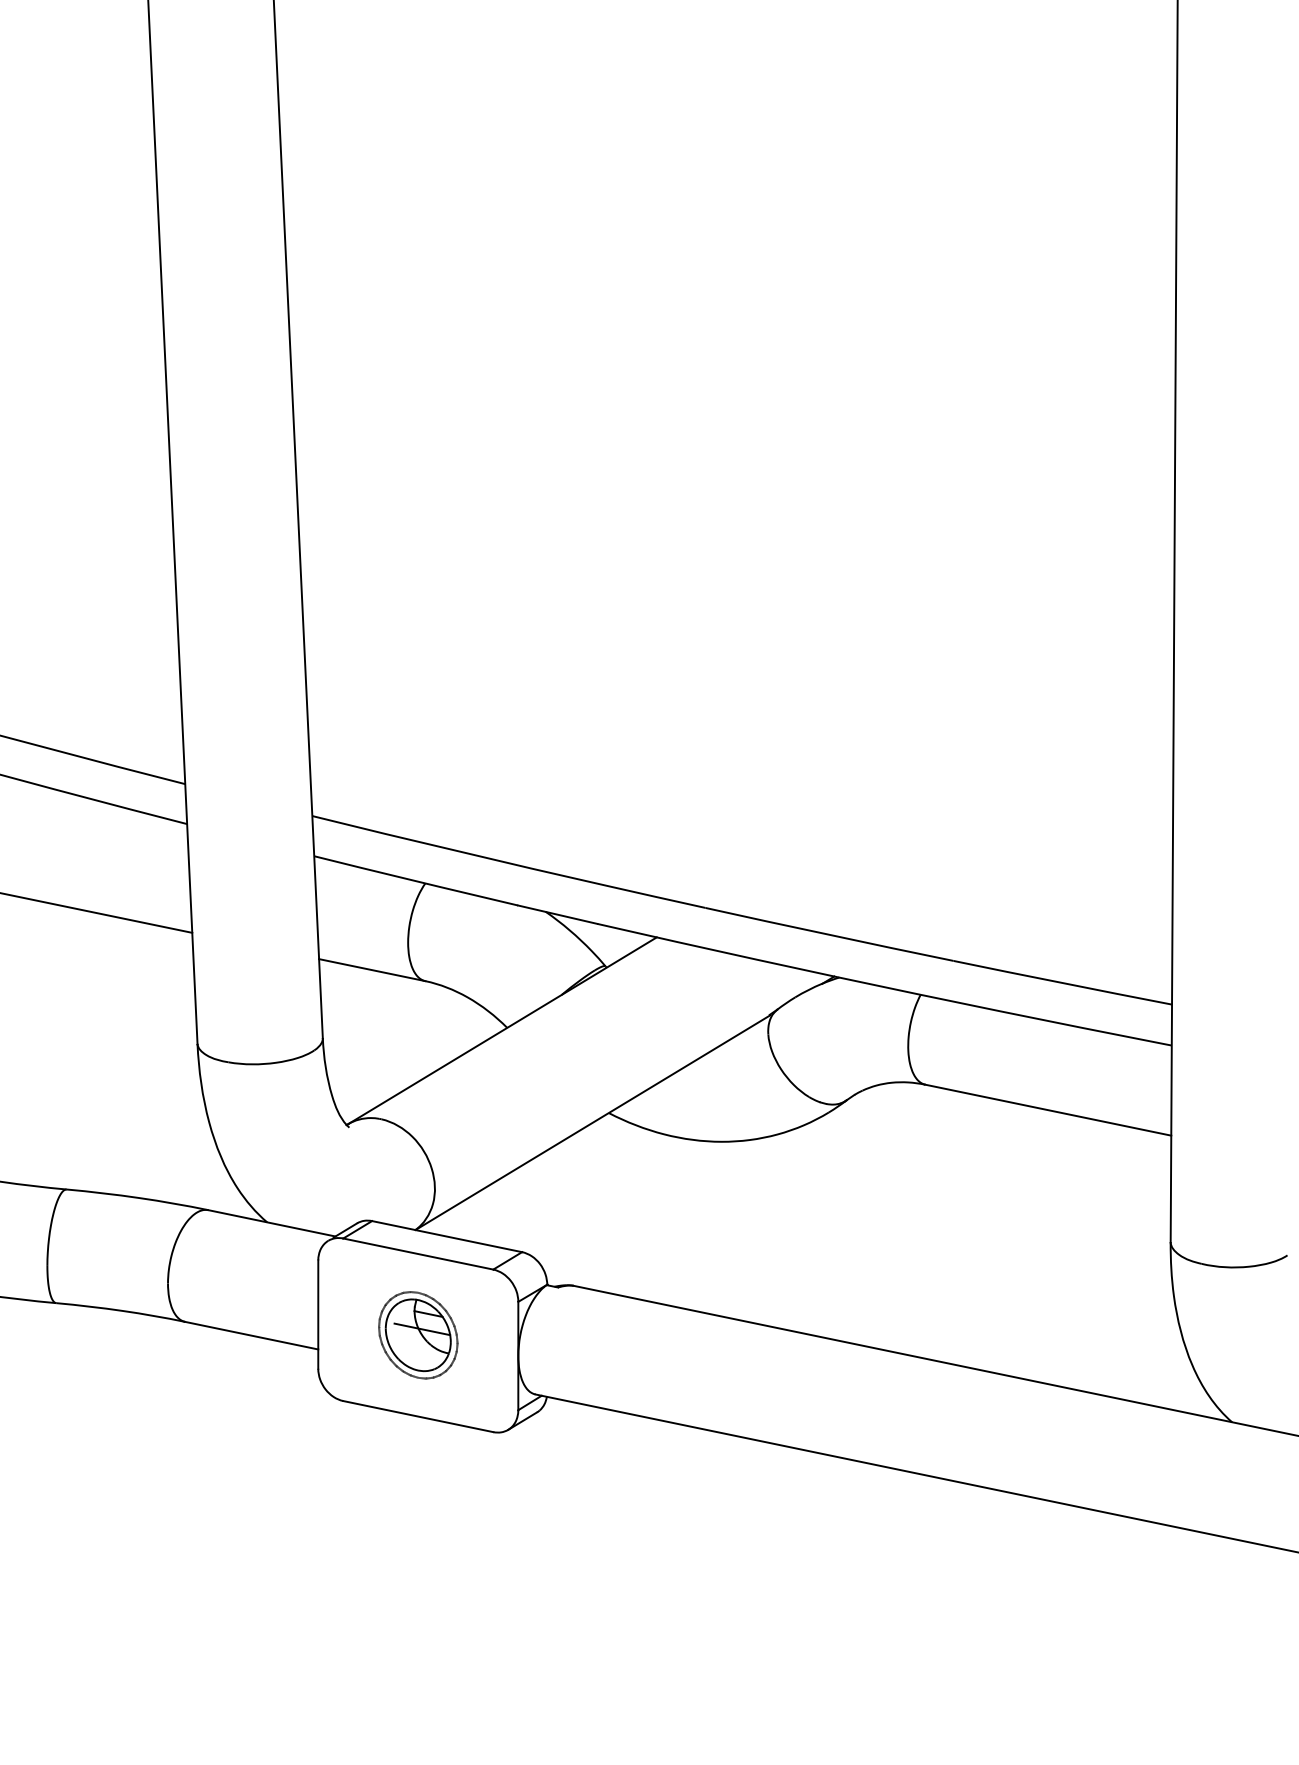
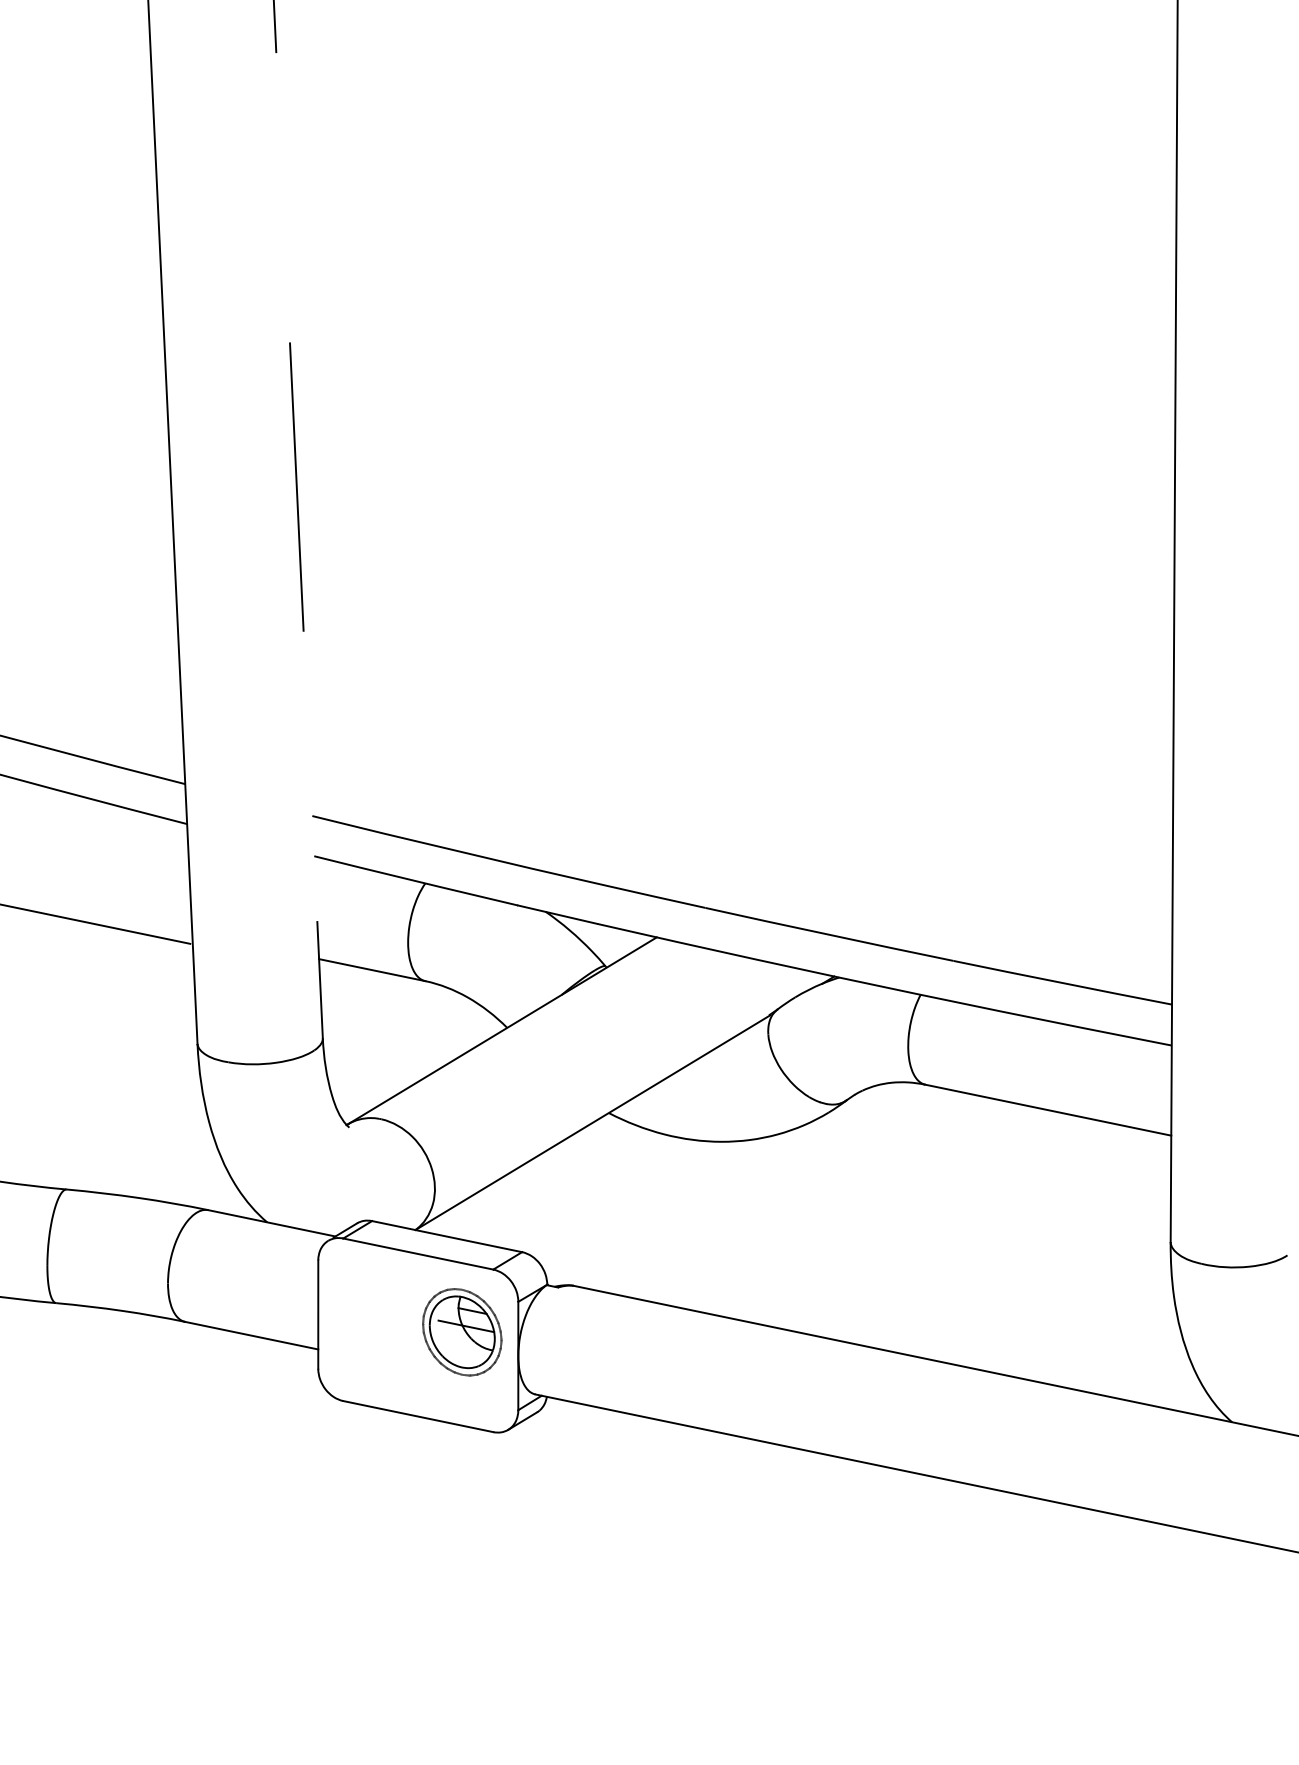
line at (298, 519): solid -> dashed
line at (97, 912) position: (97, 912) -> (96, 923)
part at (418, 1335) position: (418, 1335) -> (462, 1332)
